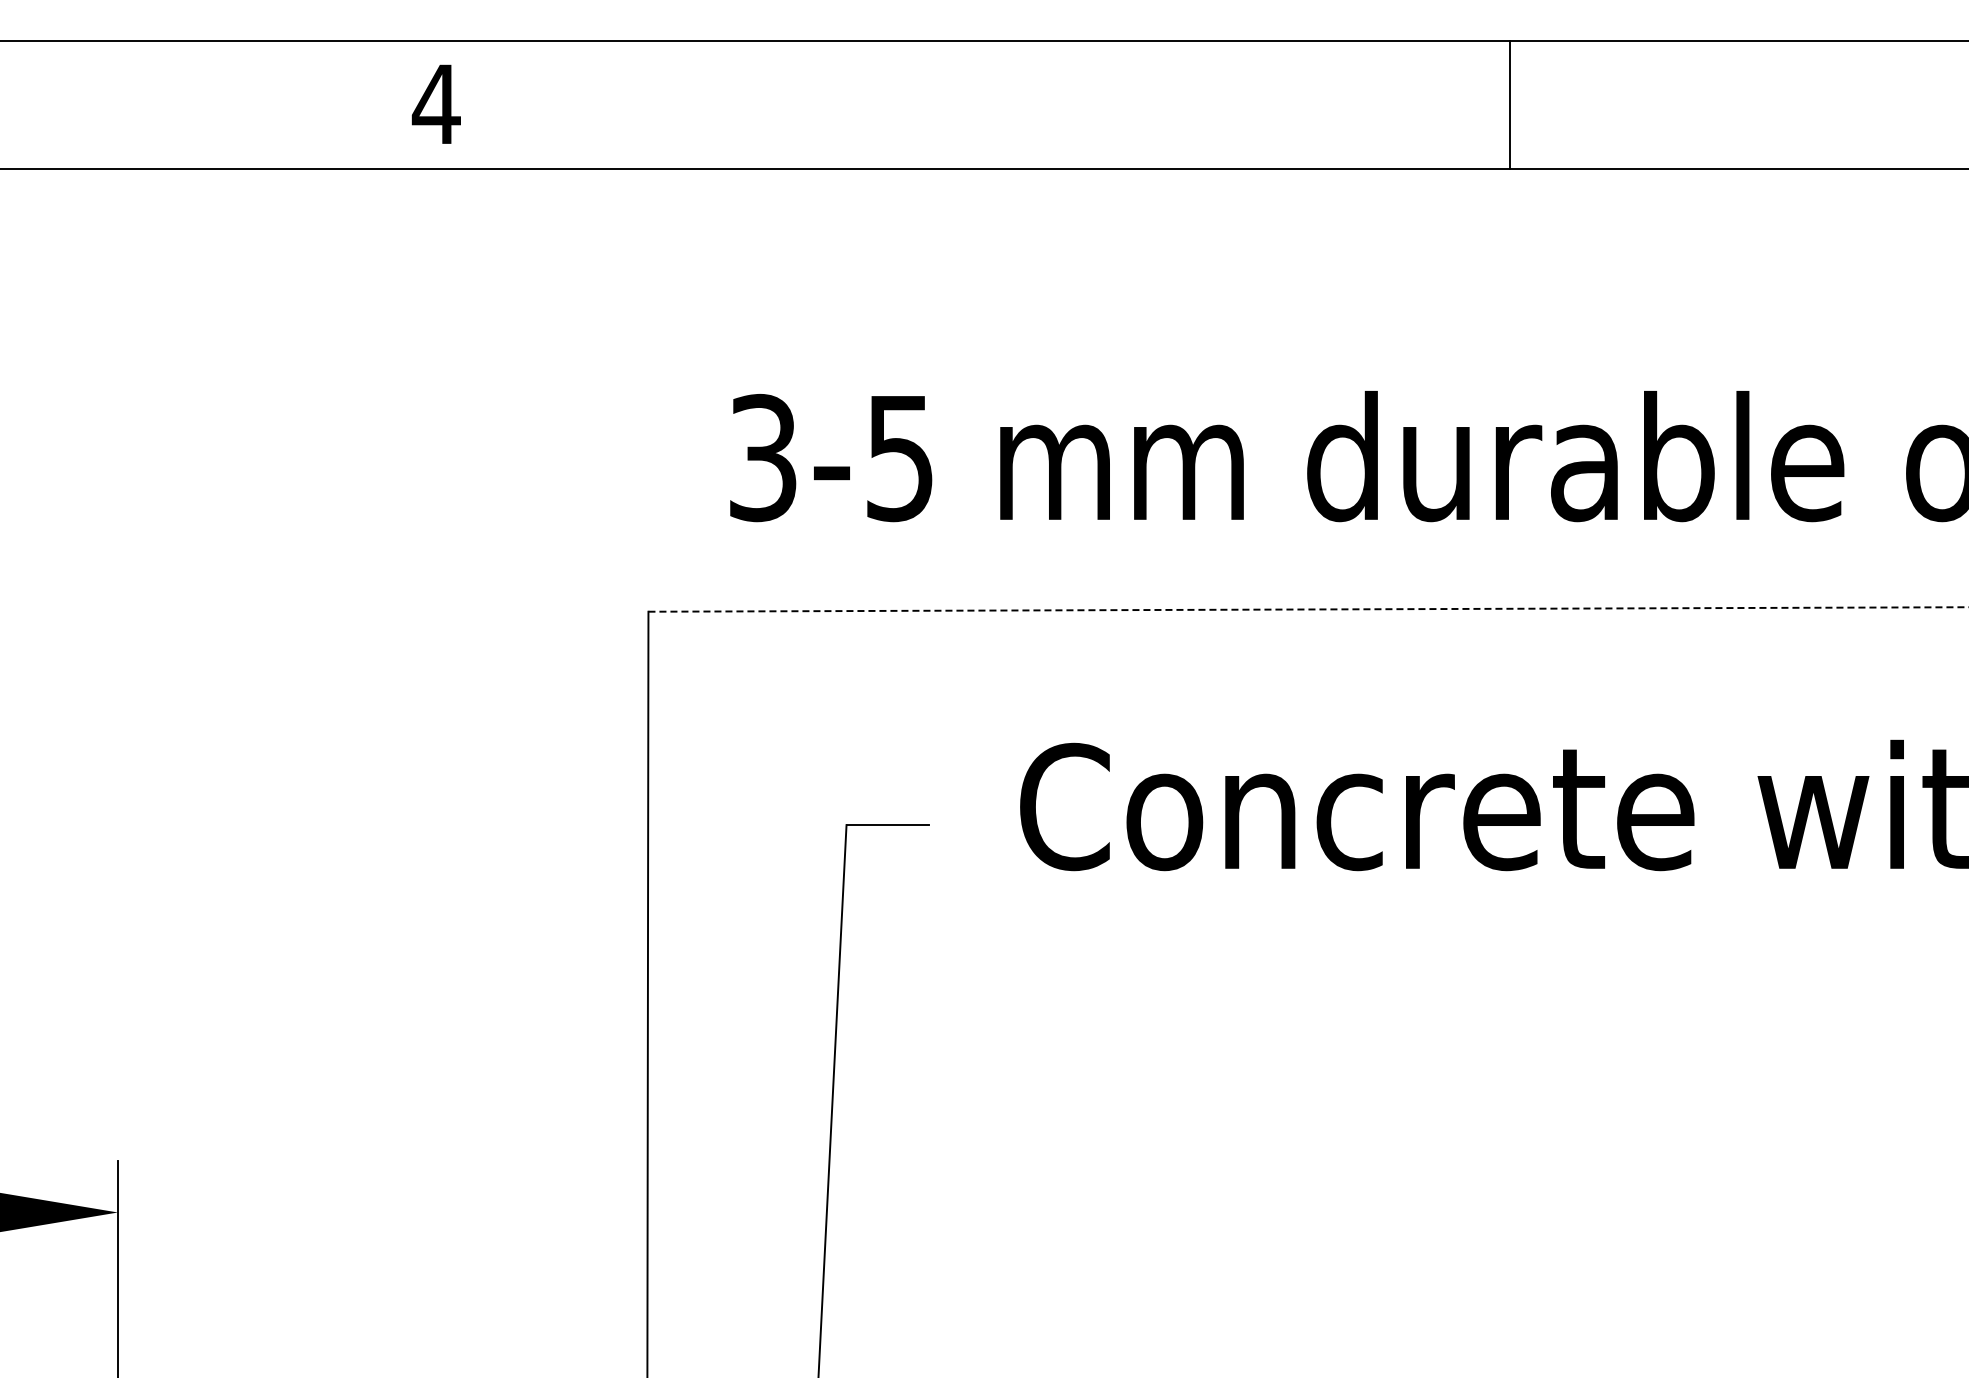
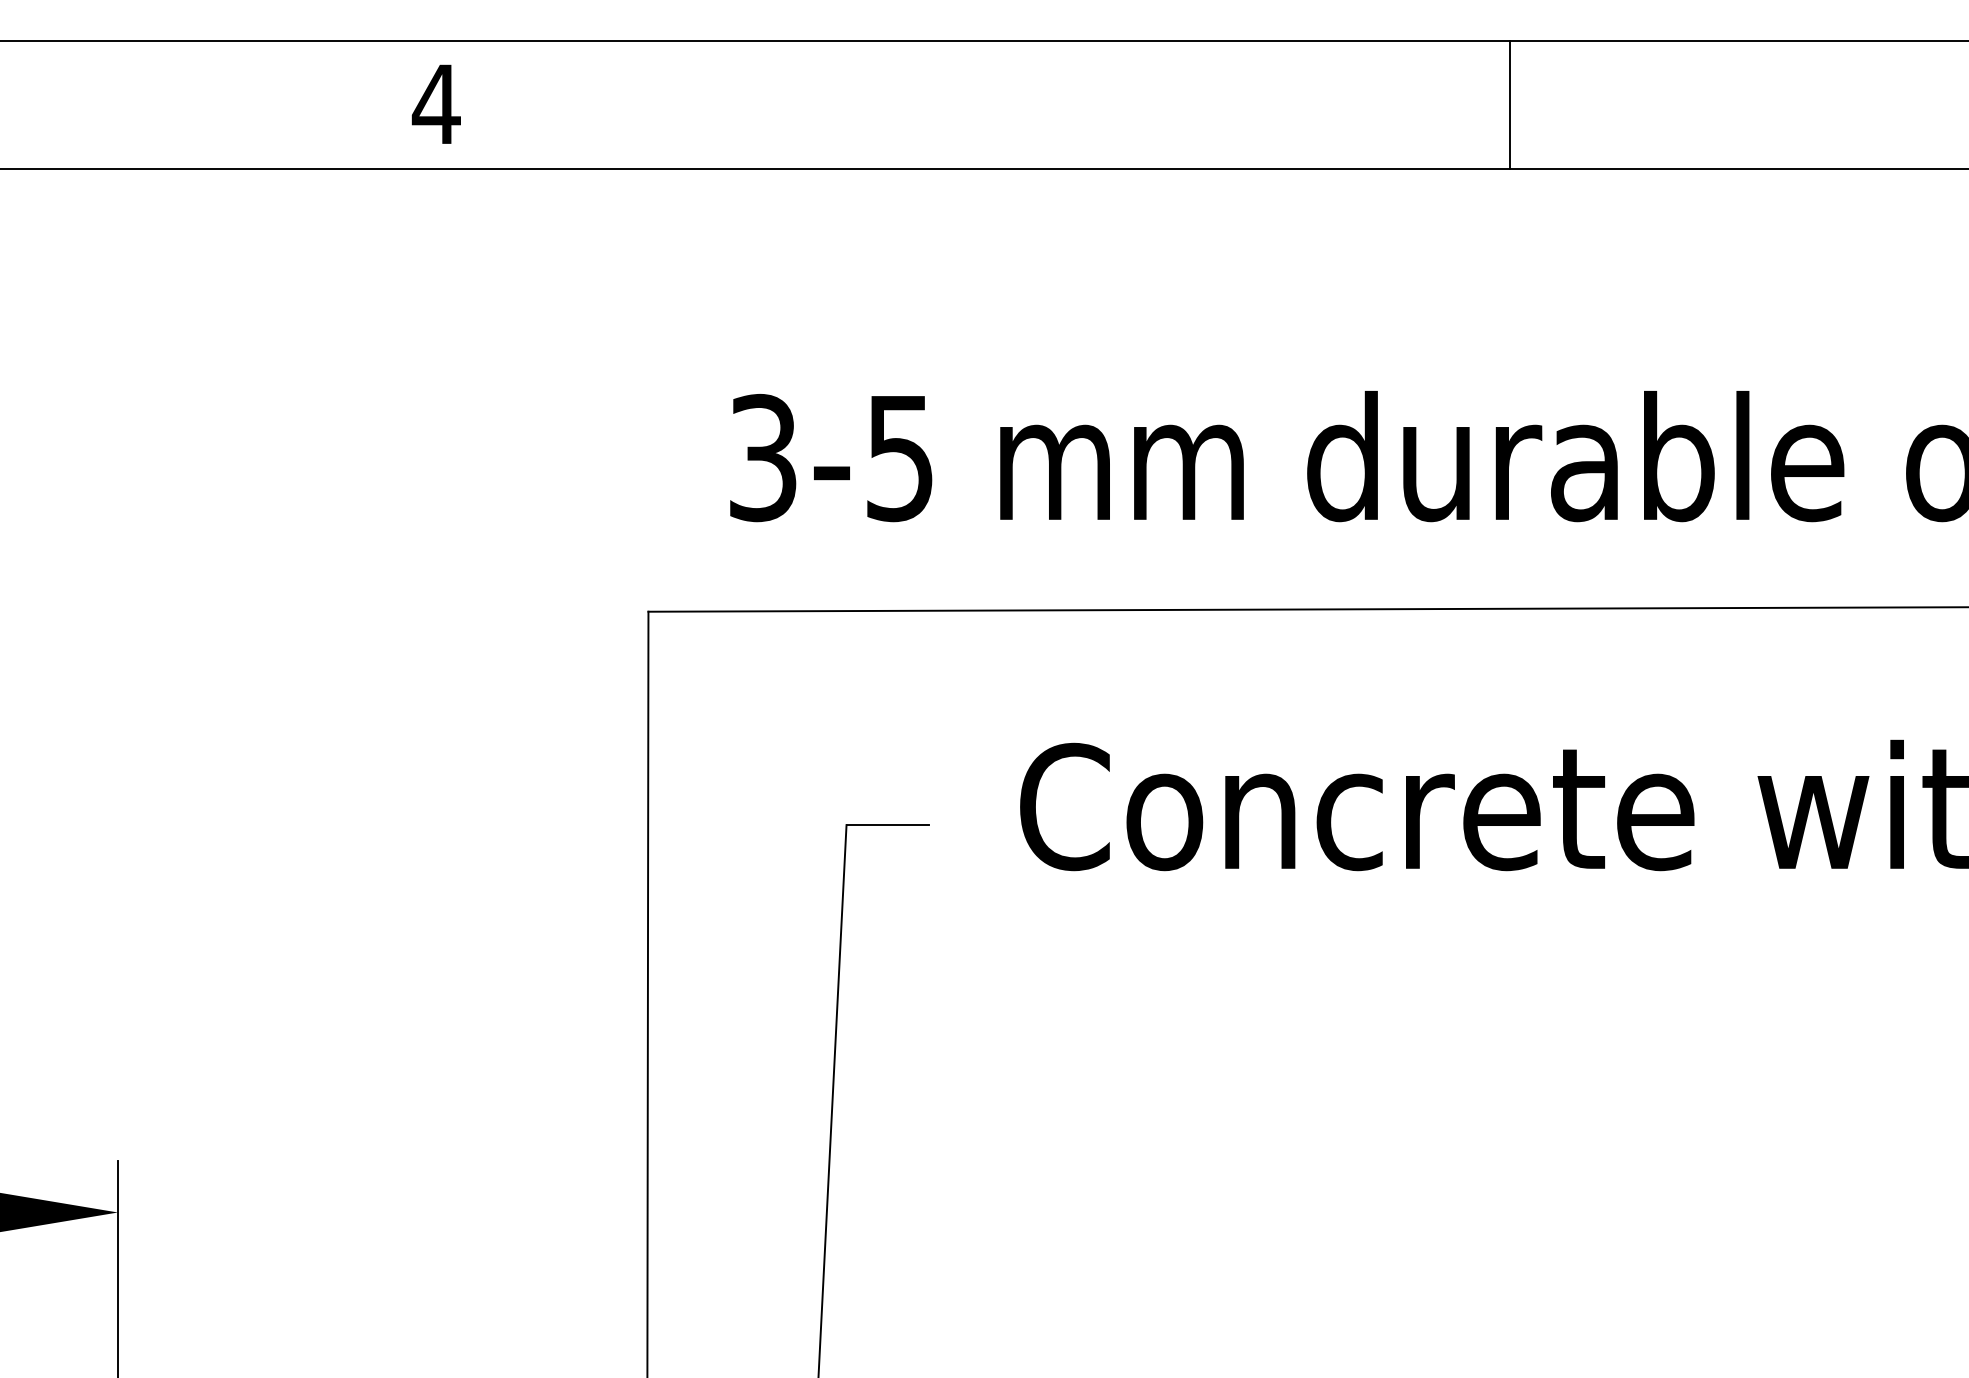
line at (1308, 609): dashed -> solid
